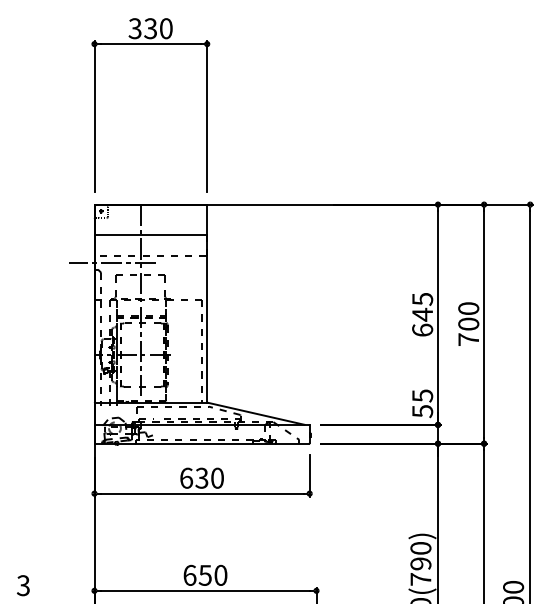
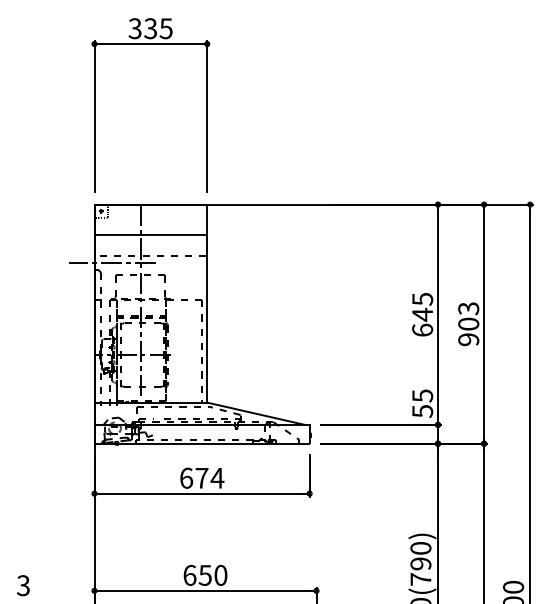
text at (165, 28): 330 -> 335
text at (468, 324): 700 -> 903
text at (209, 477): 630 -> 674
